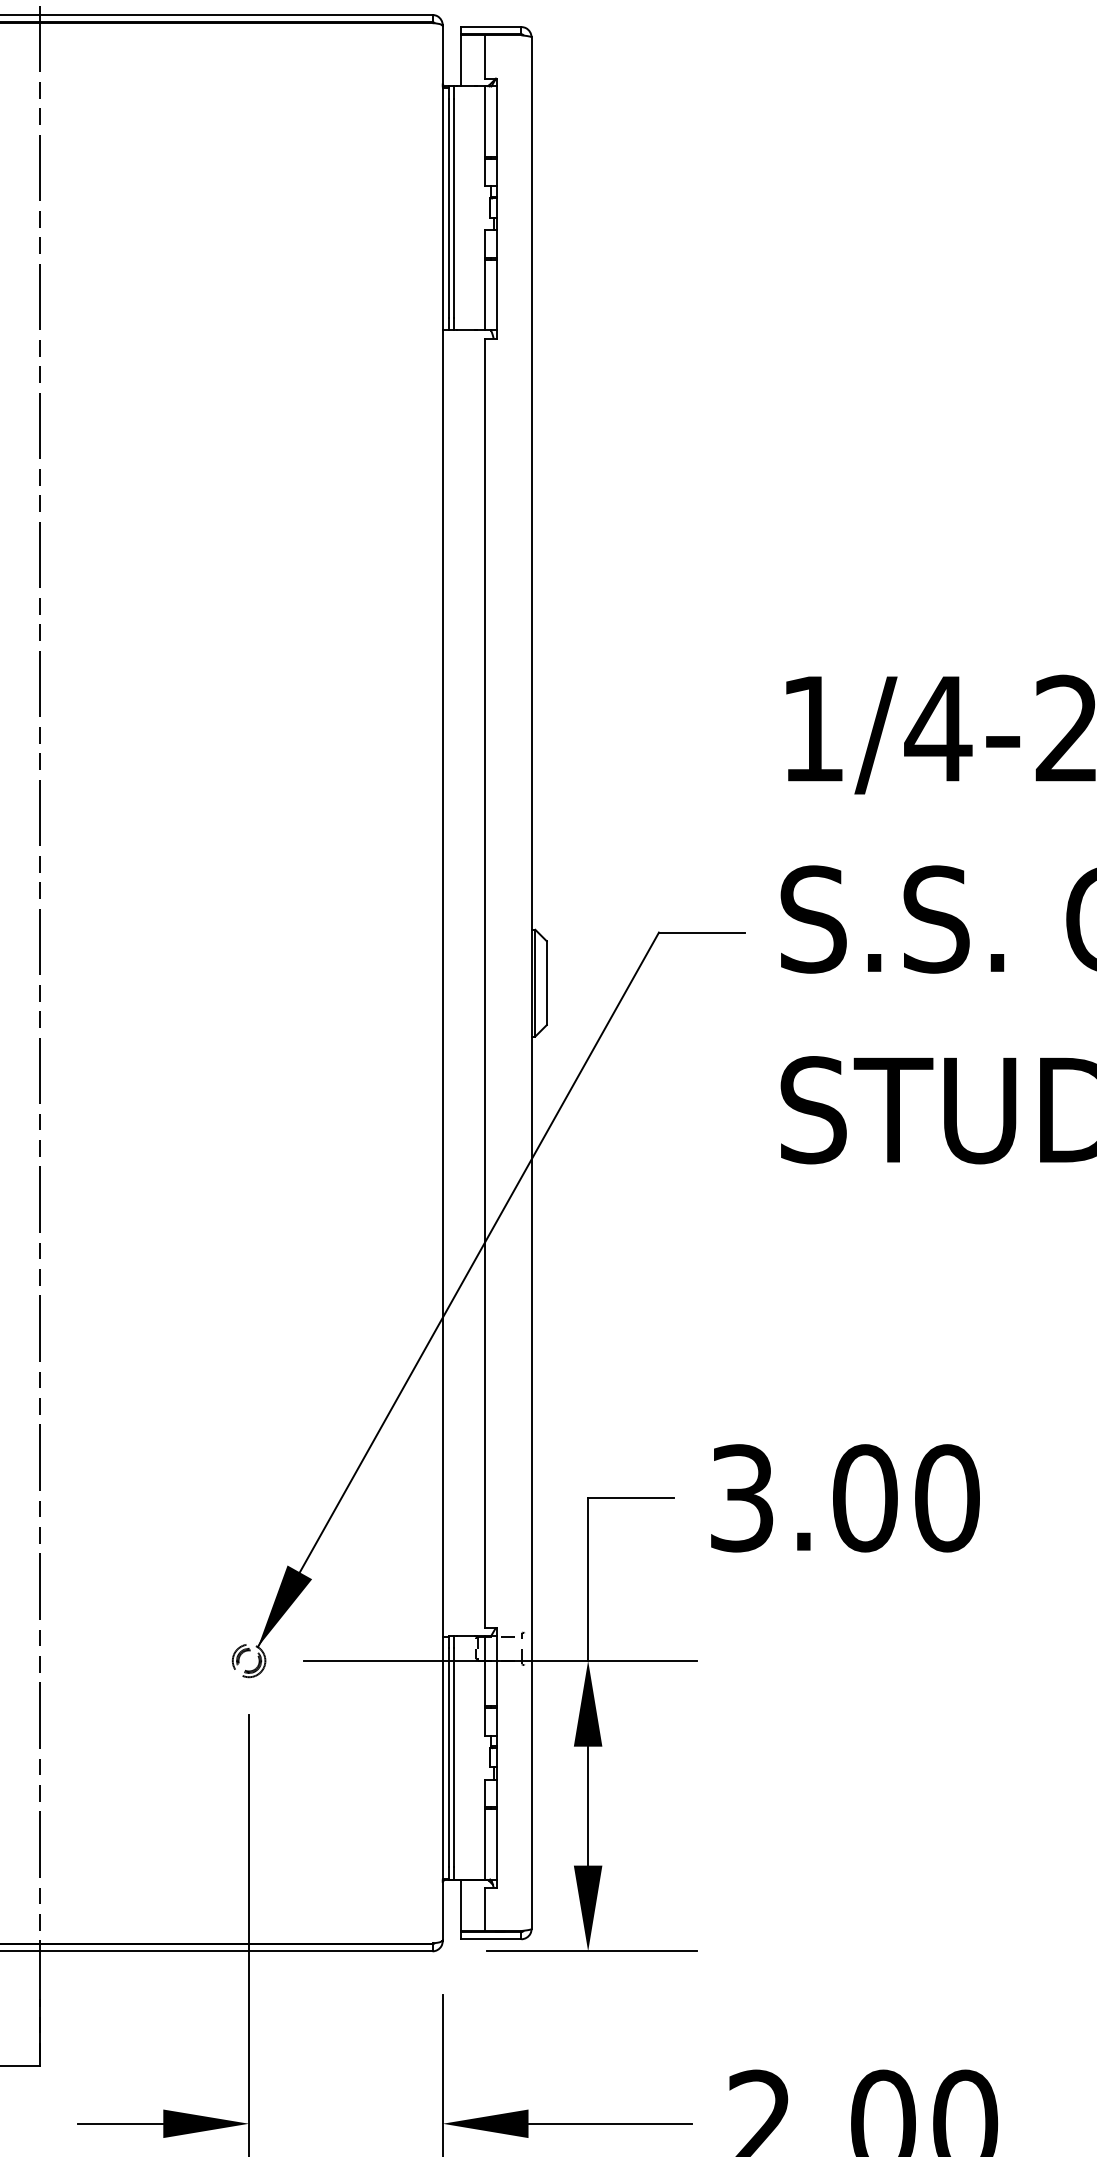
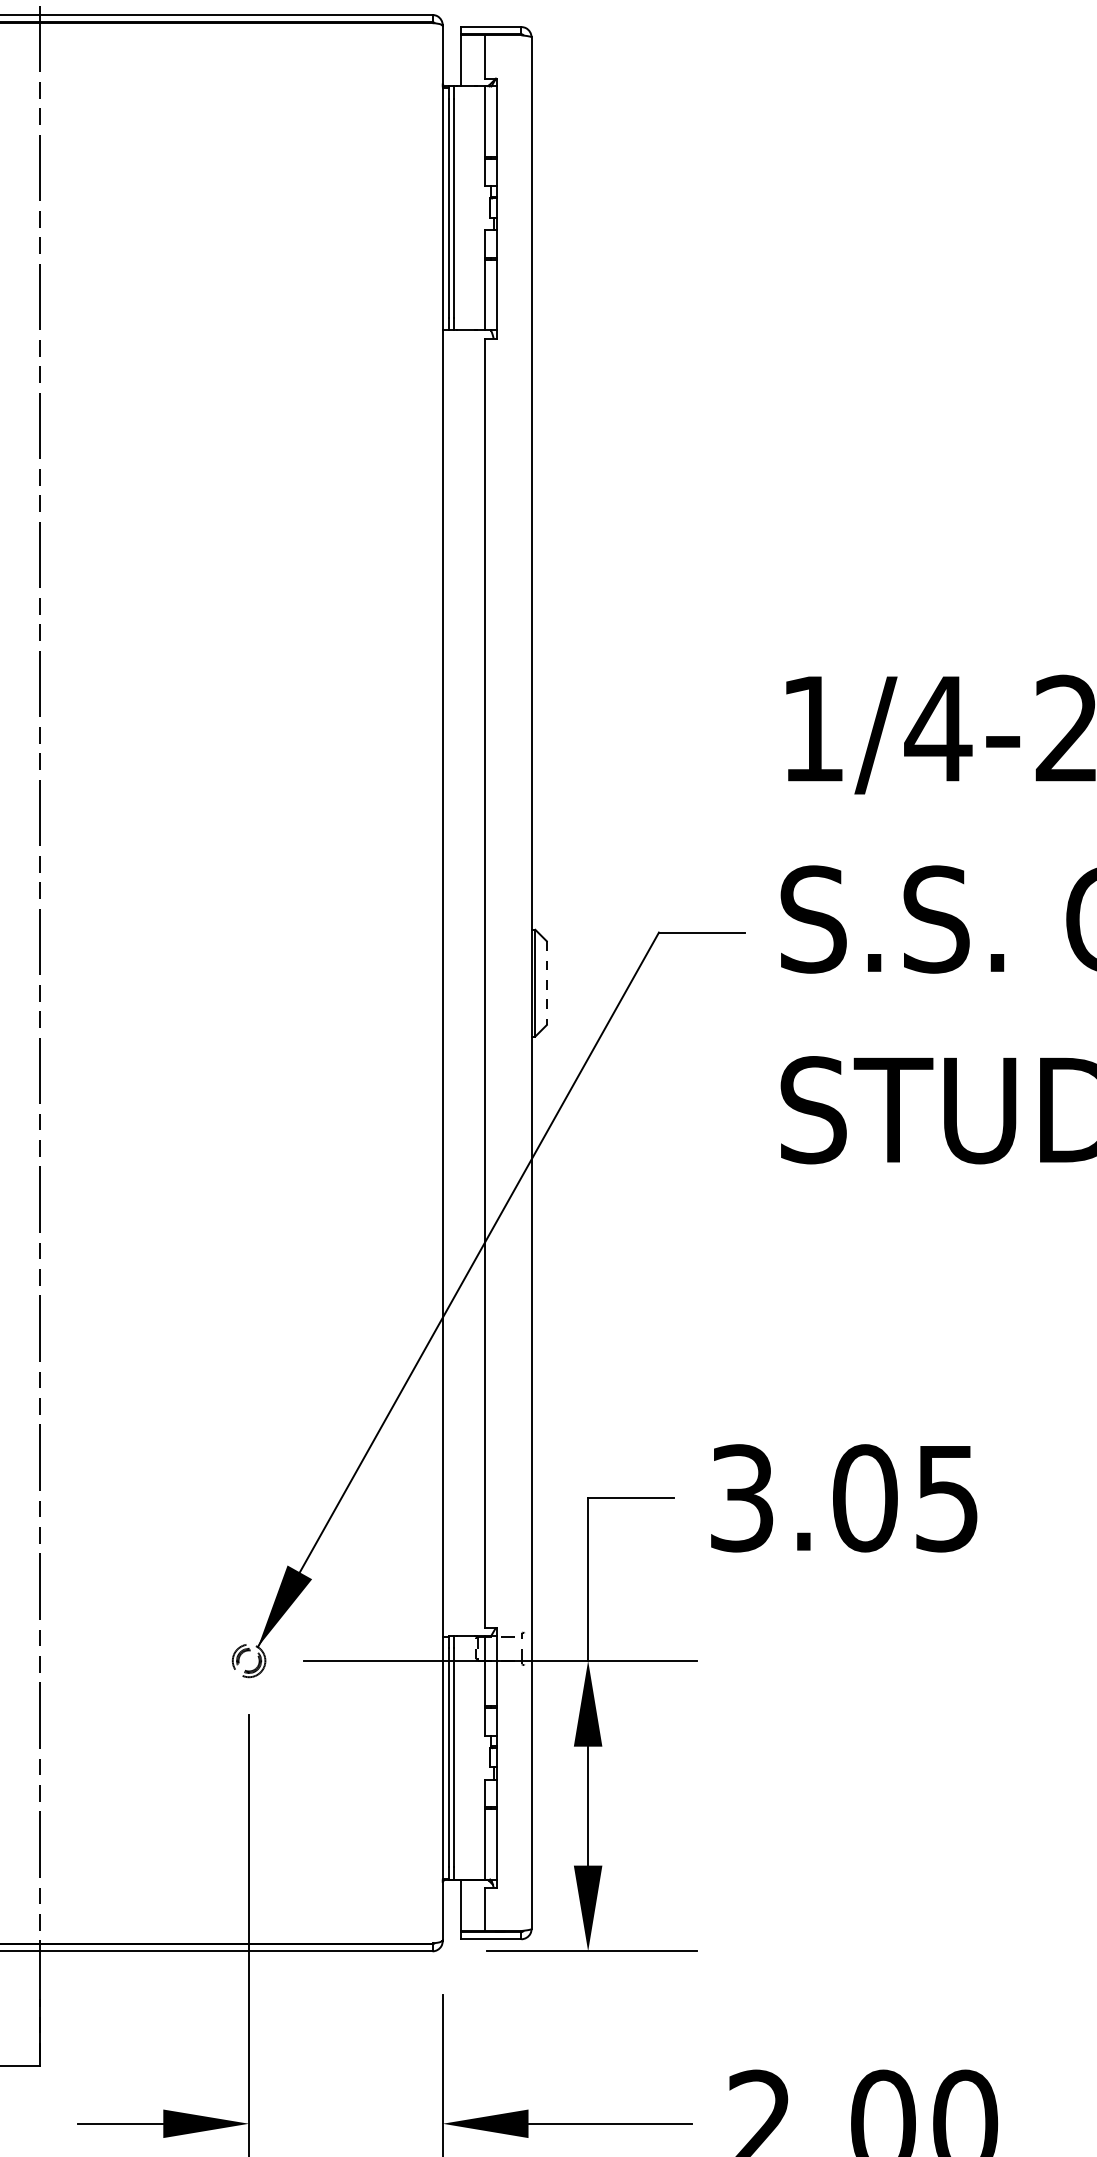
line at (546, 983): solid -> dashed
text at (947, 1498): 3.00 -> 3.05
